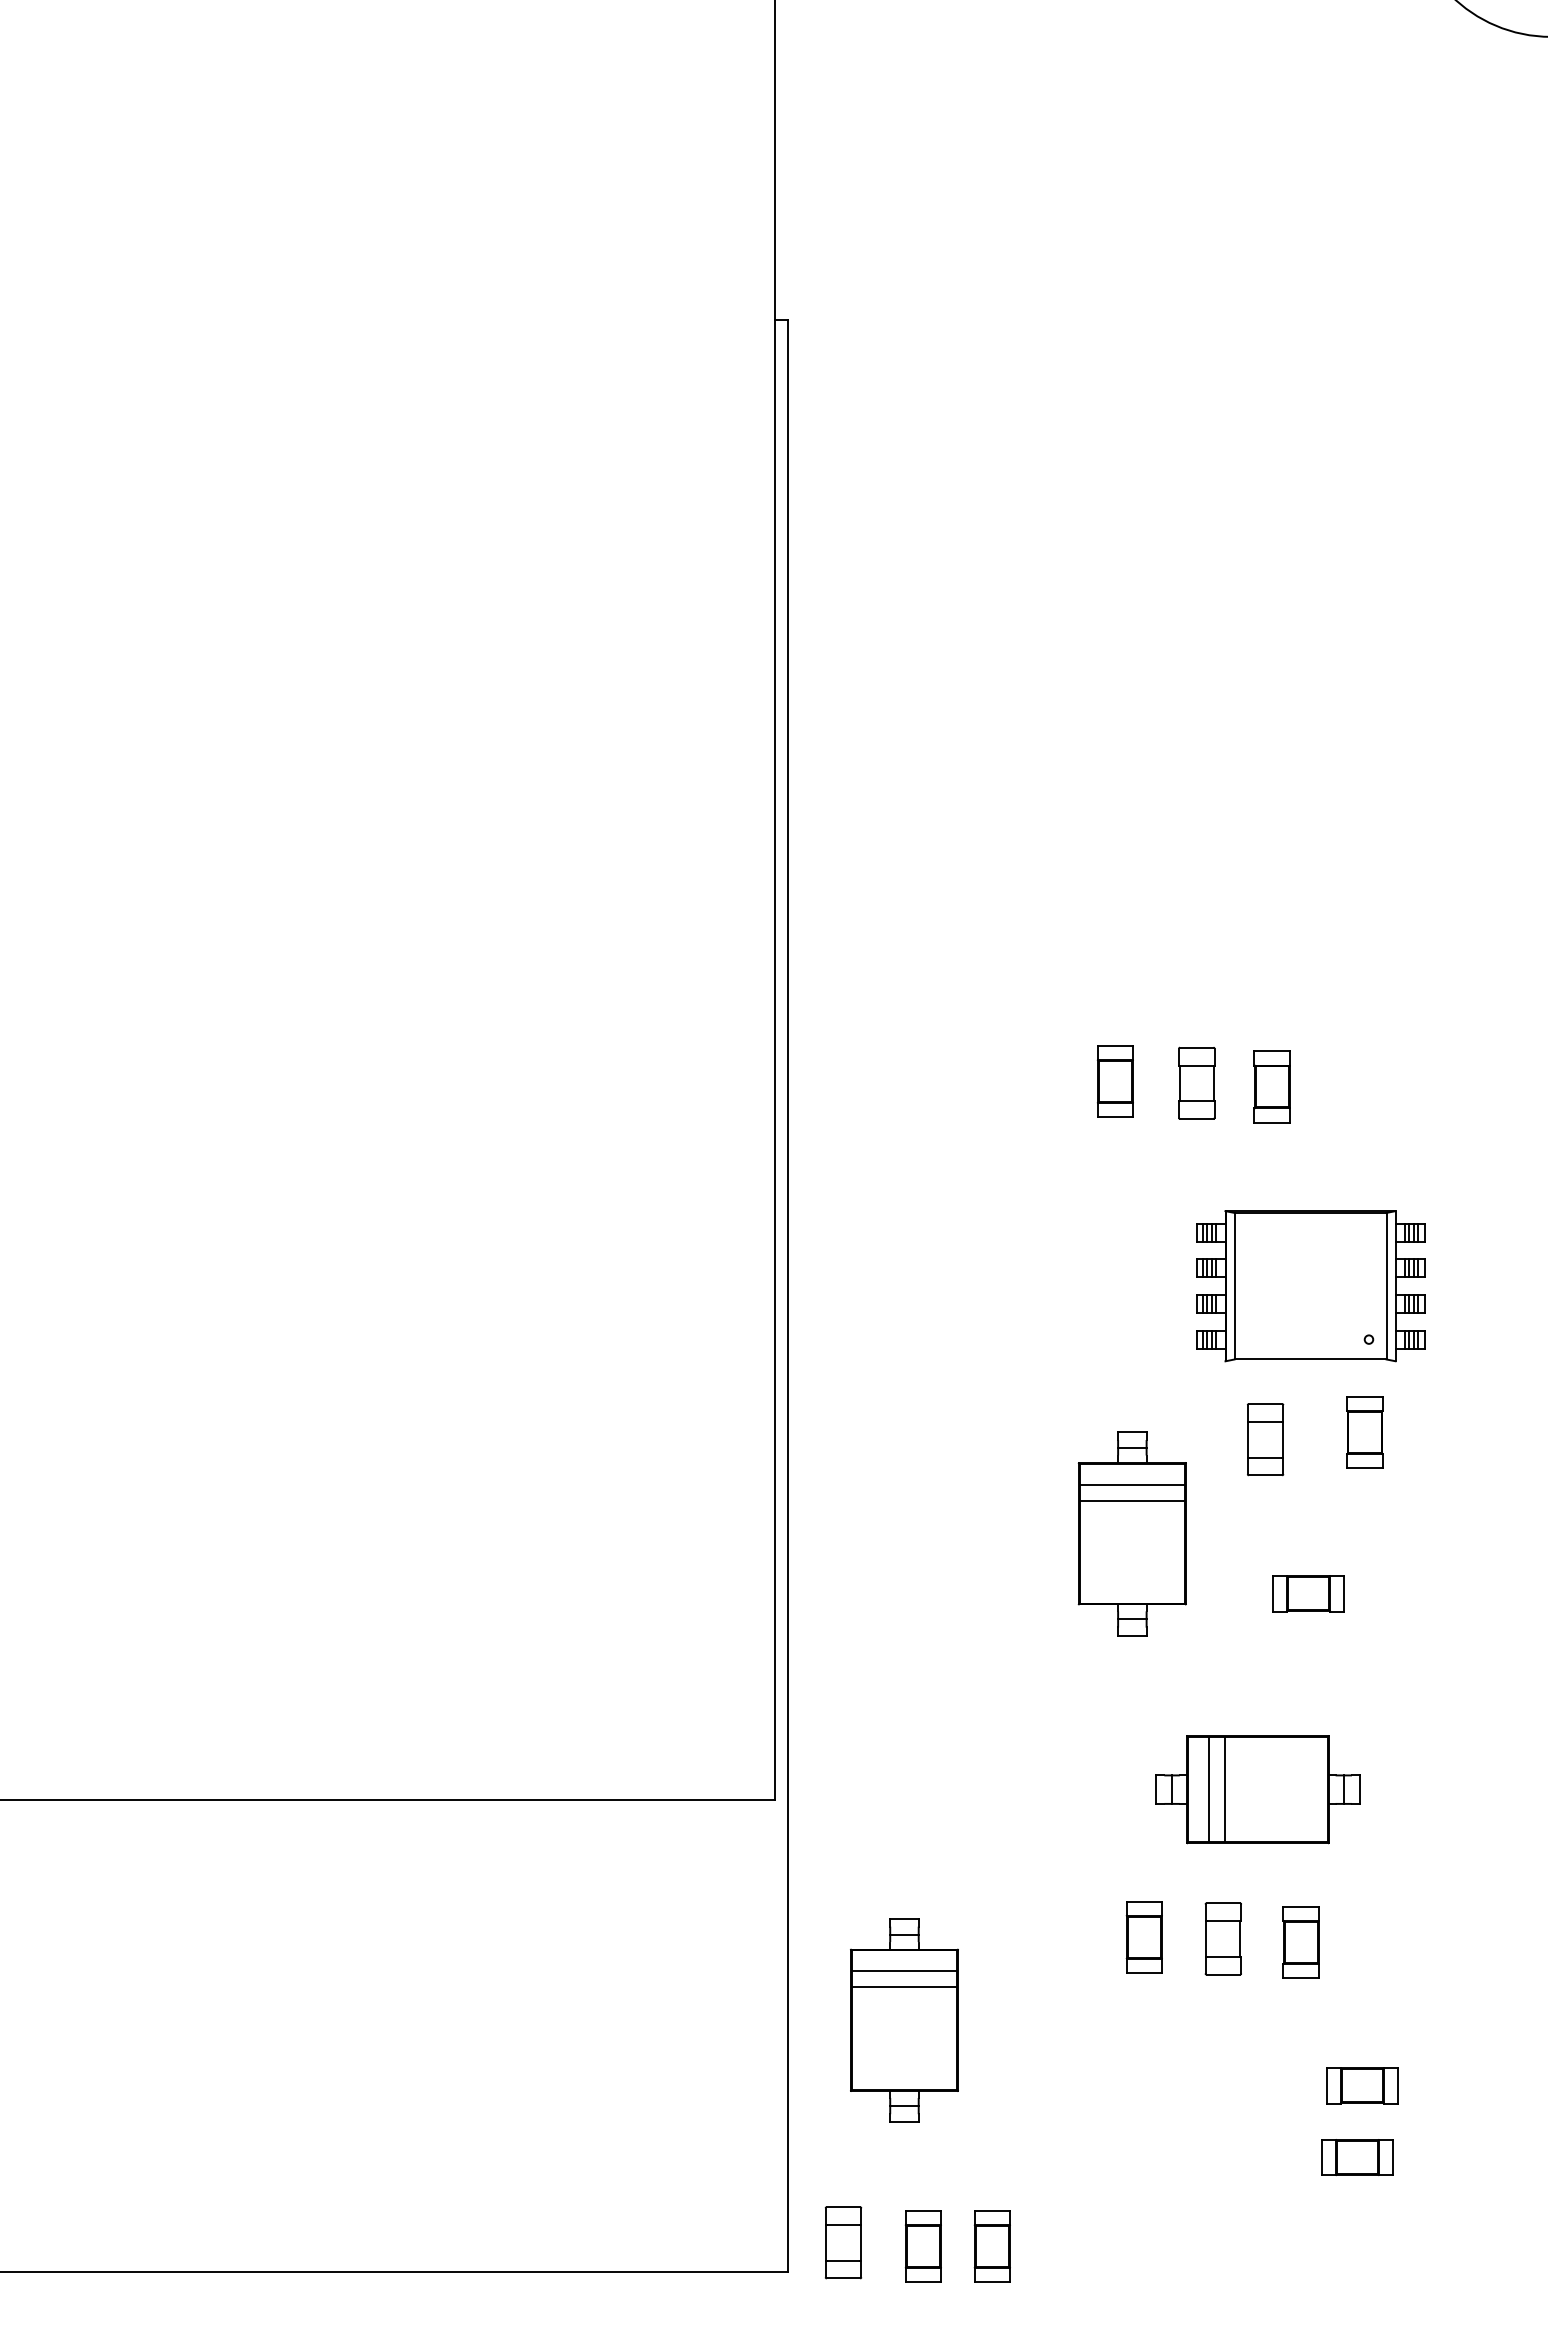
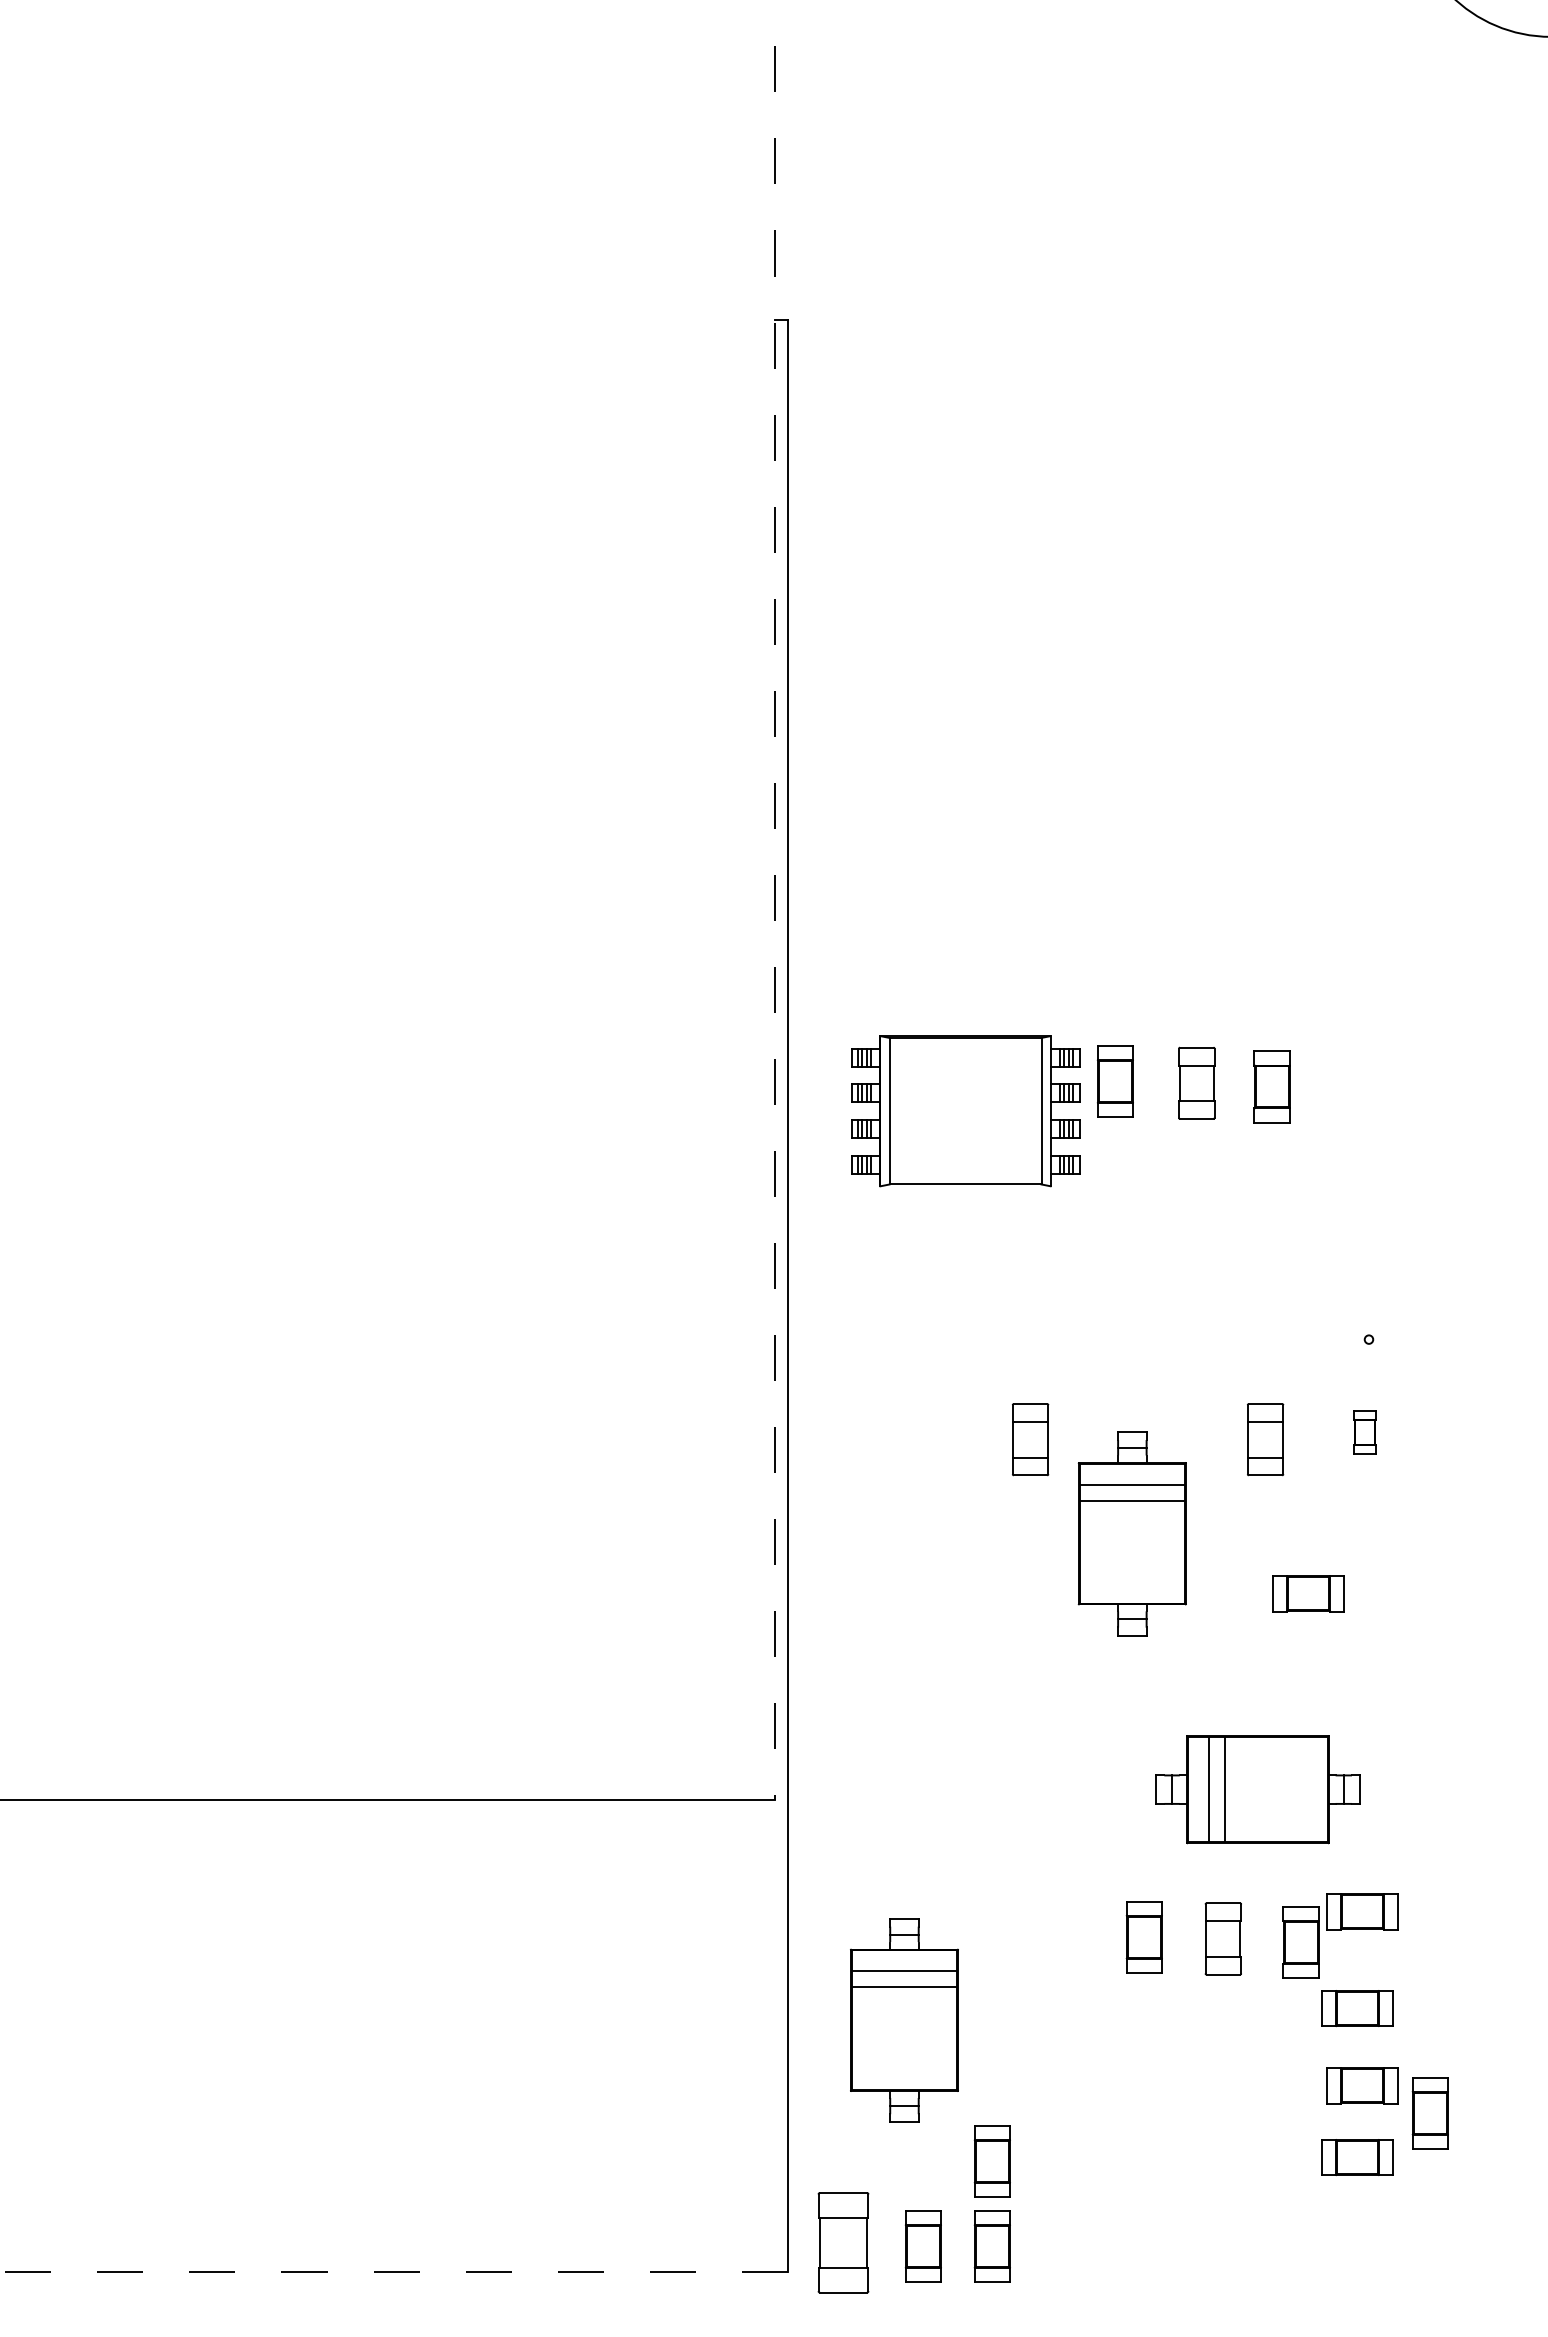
line at (775, 899): solid -> dashed
part at (1310, 1286) position: (1310, 1286) -> (965, 1111)
part at (1364, 1432) size: 38x73 px -> 24x45 px
part at (1030, 1439): none -> present
part at (1362, 1911): none -> present
part at (1357, 2008): none -> present
part at (1429, 2113): none -> present
part at (991, 2161): none -> present
part at (843, 2242) size: 39x74 px -> 53x102 px
line at (393, 2271): solid -> dashed
